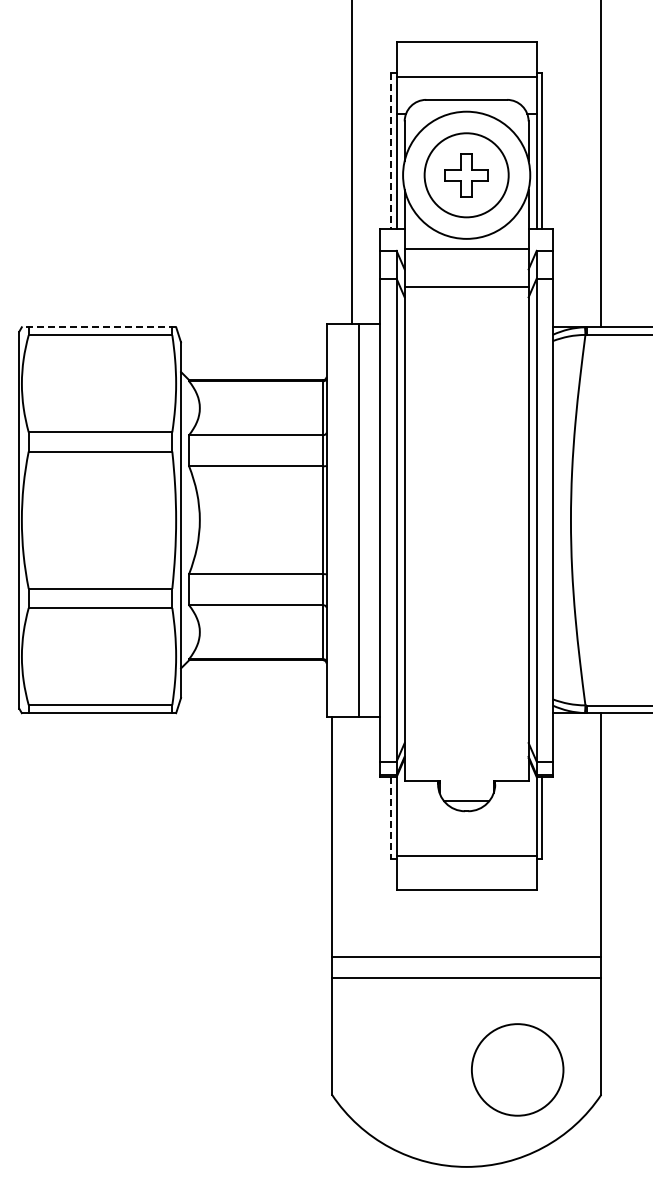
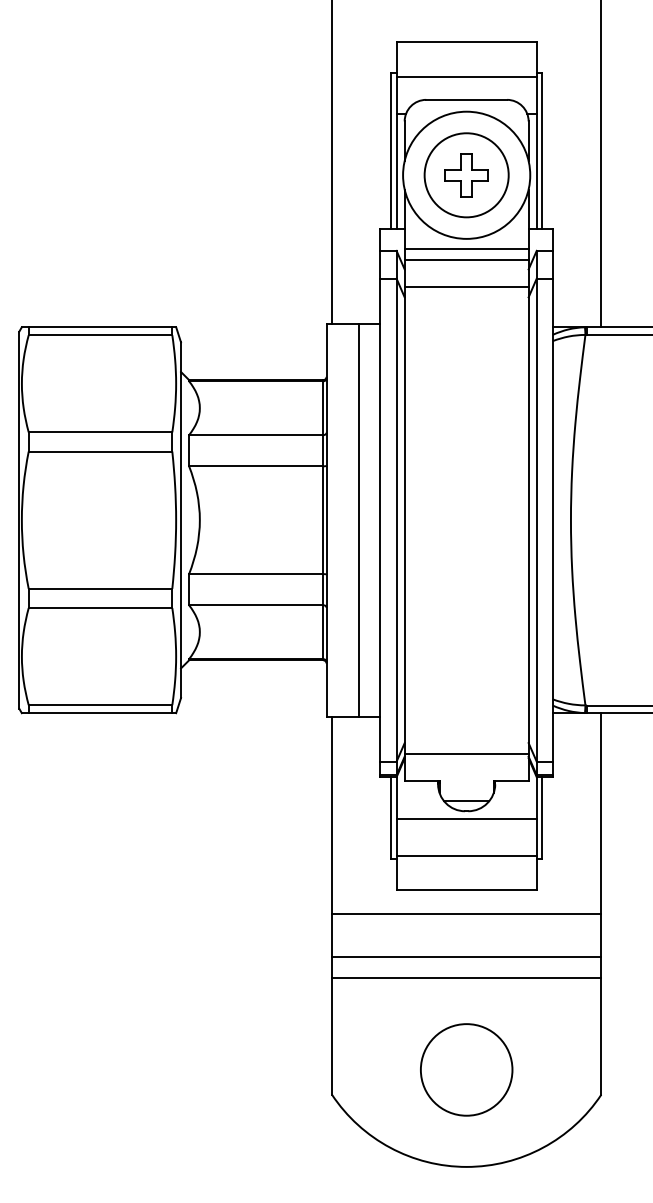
line at (391, 151): dashed -> solid
line at (351, 162) position: (351, 162) -> (331, 162)
line at (466, 260): none -> present
line at (98, 327): dashed -> solid
line at (466, 753): none -> present
line at (391, 818): dashed -> solid
line at (466, 818): none -> present
line at (466, 913): none -> present
circle at (517, 1069) position: (517, 1069) -> (466, 1069)
